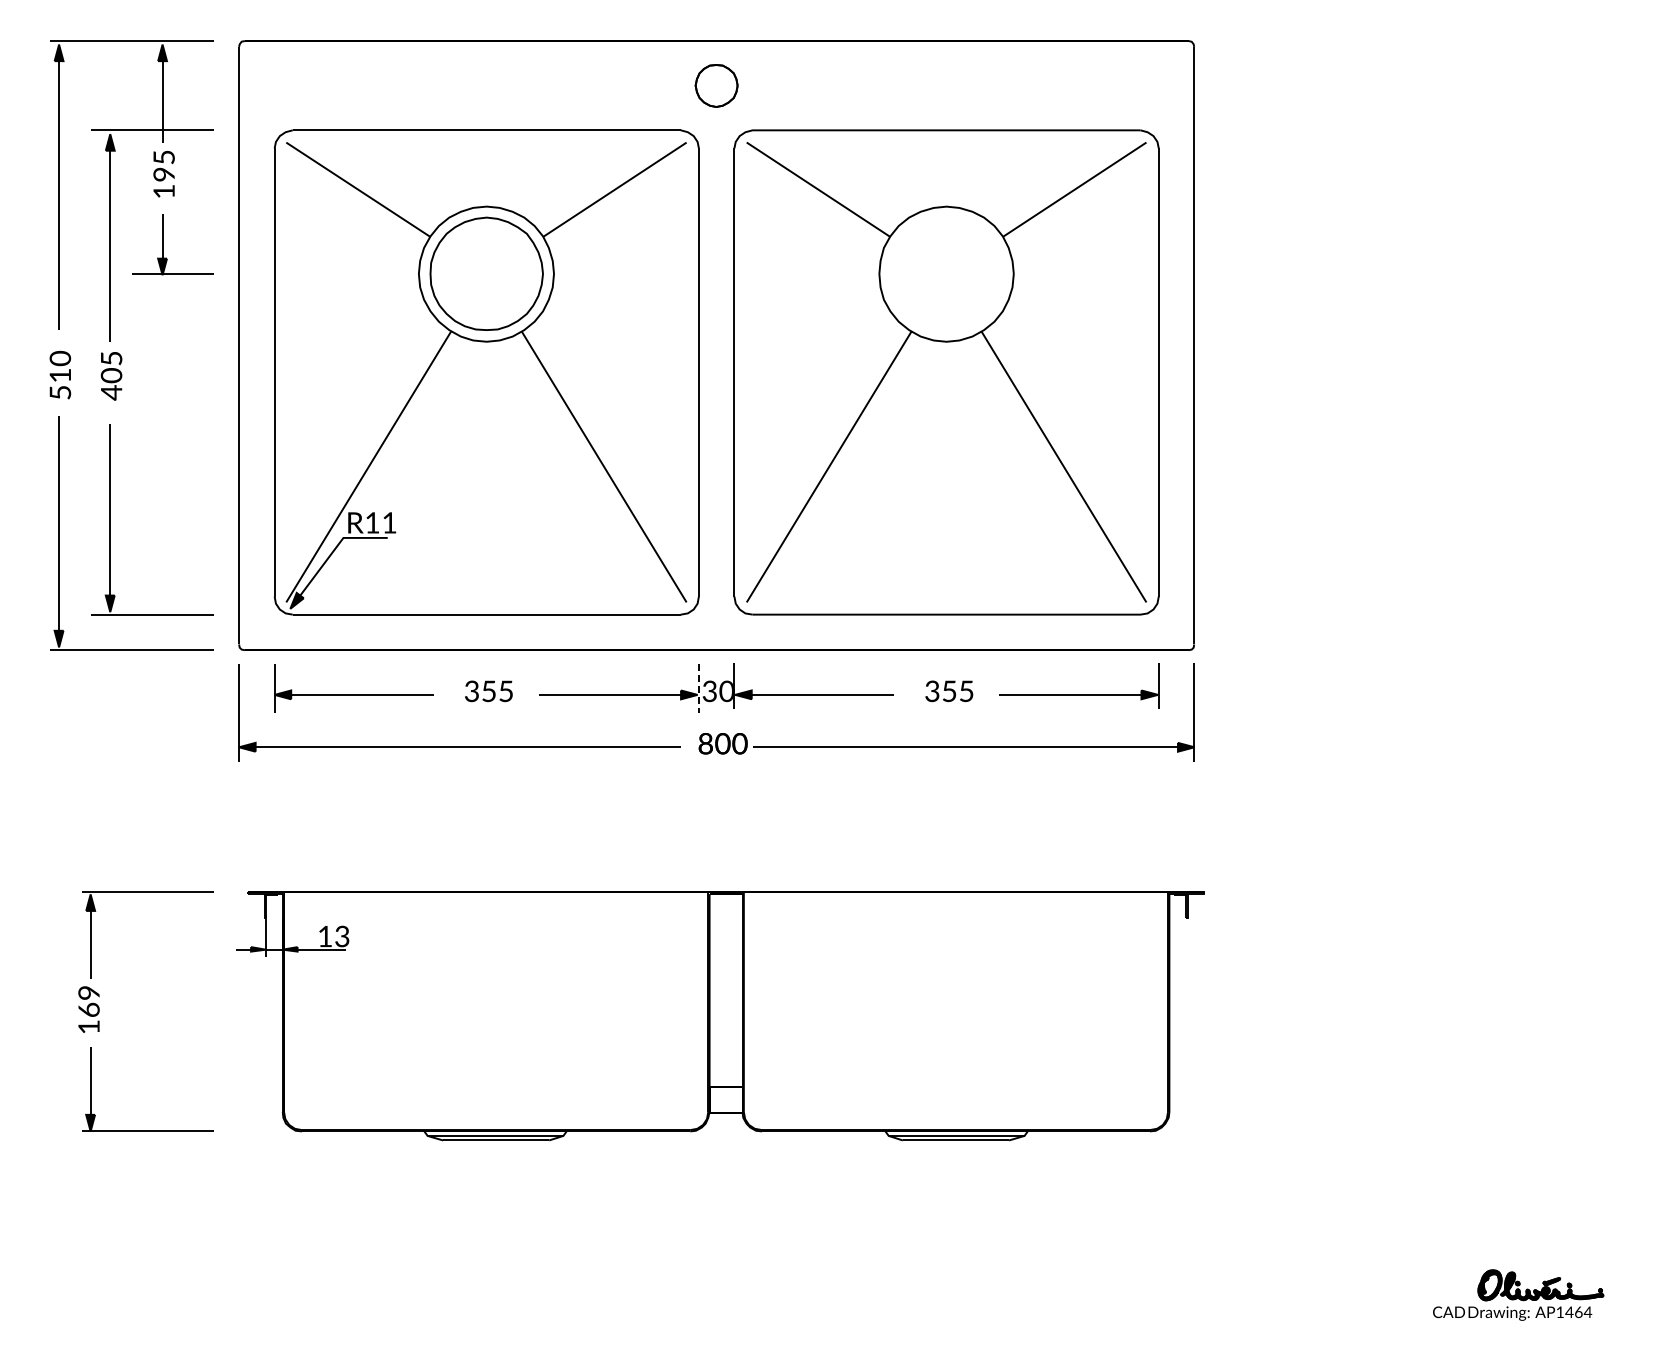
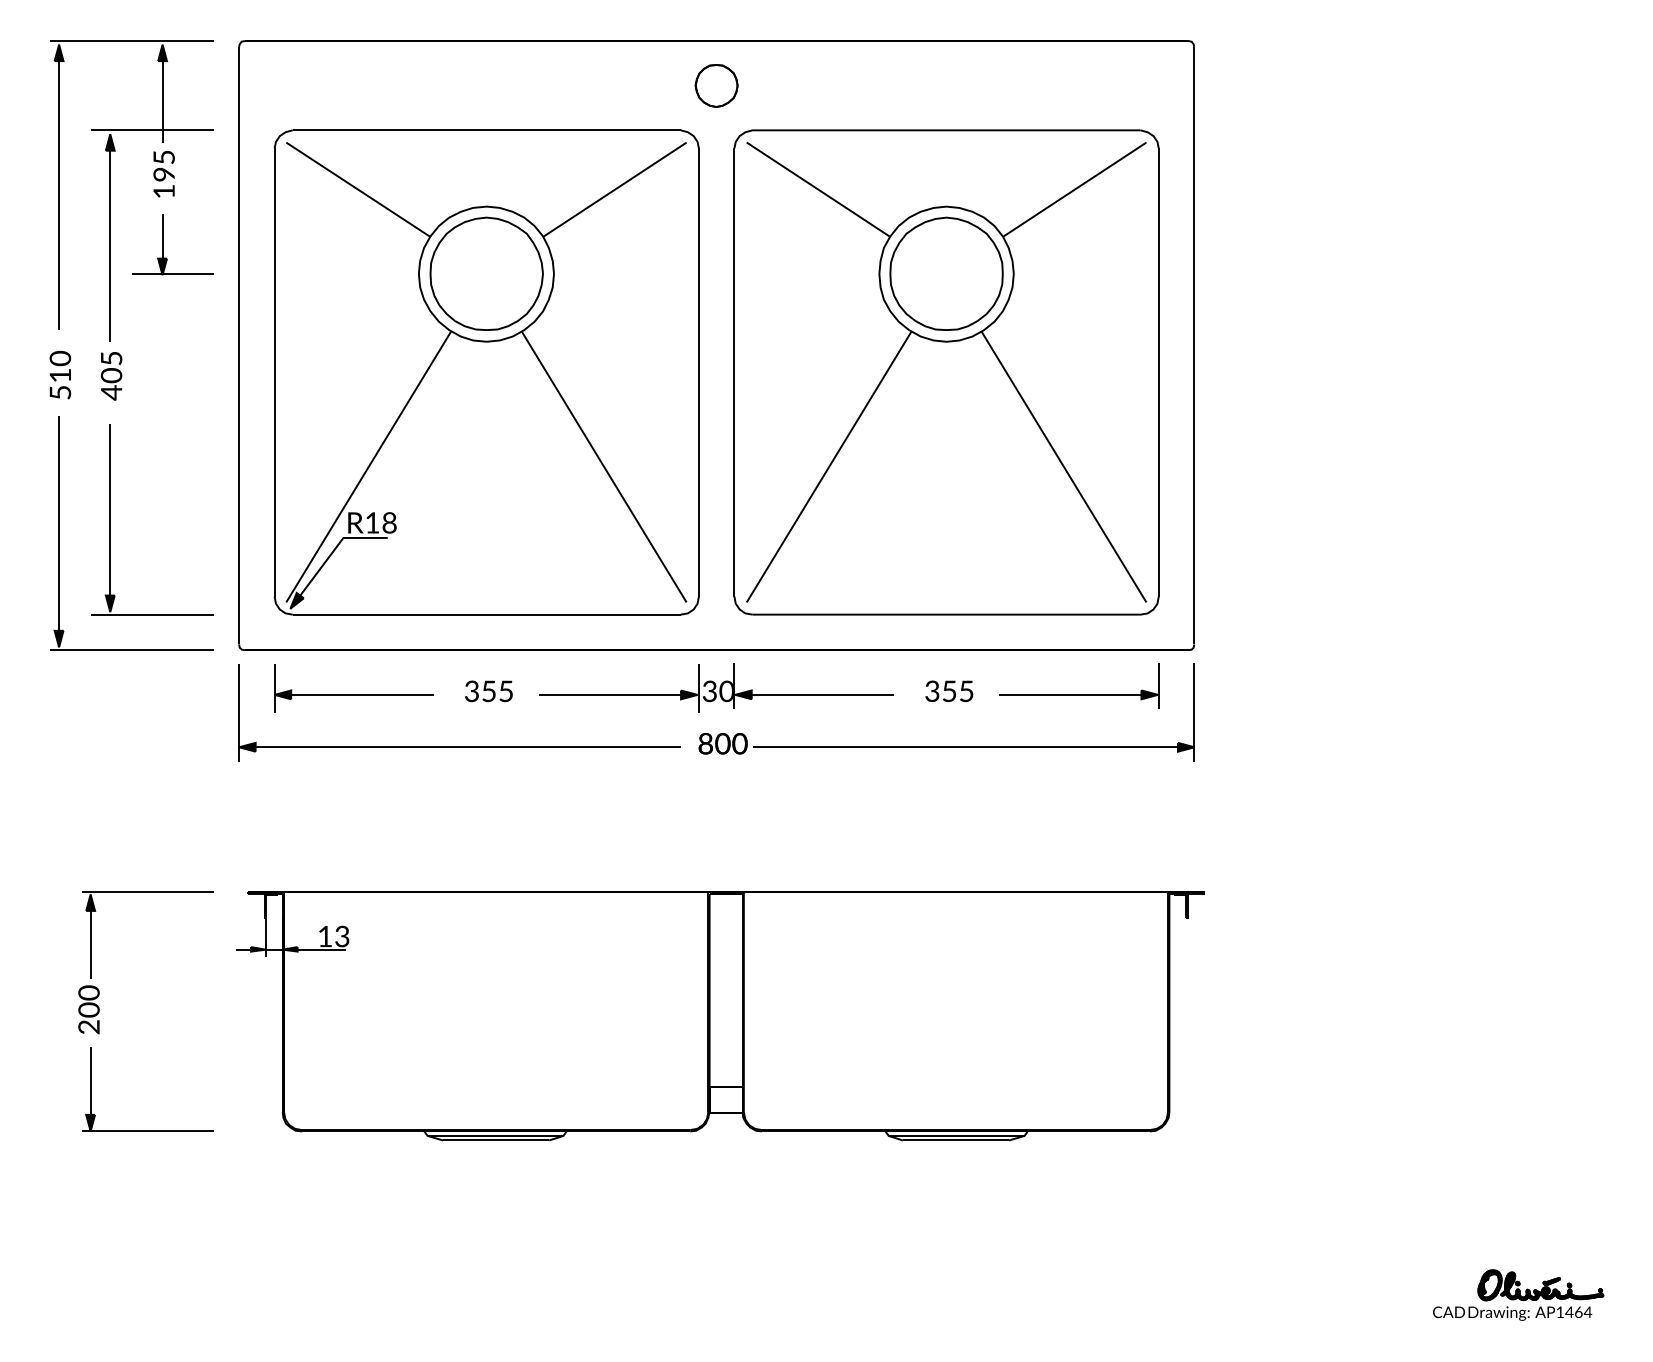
part at (946, 273): none -> present
text at (389, 522): R11 -> R18
line at (698, 688): dashed -> solid
text at (88, 1009): 169 -> 200
